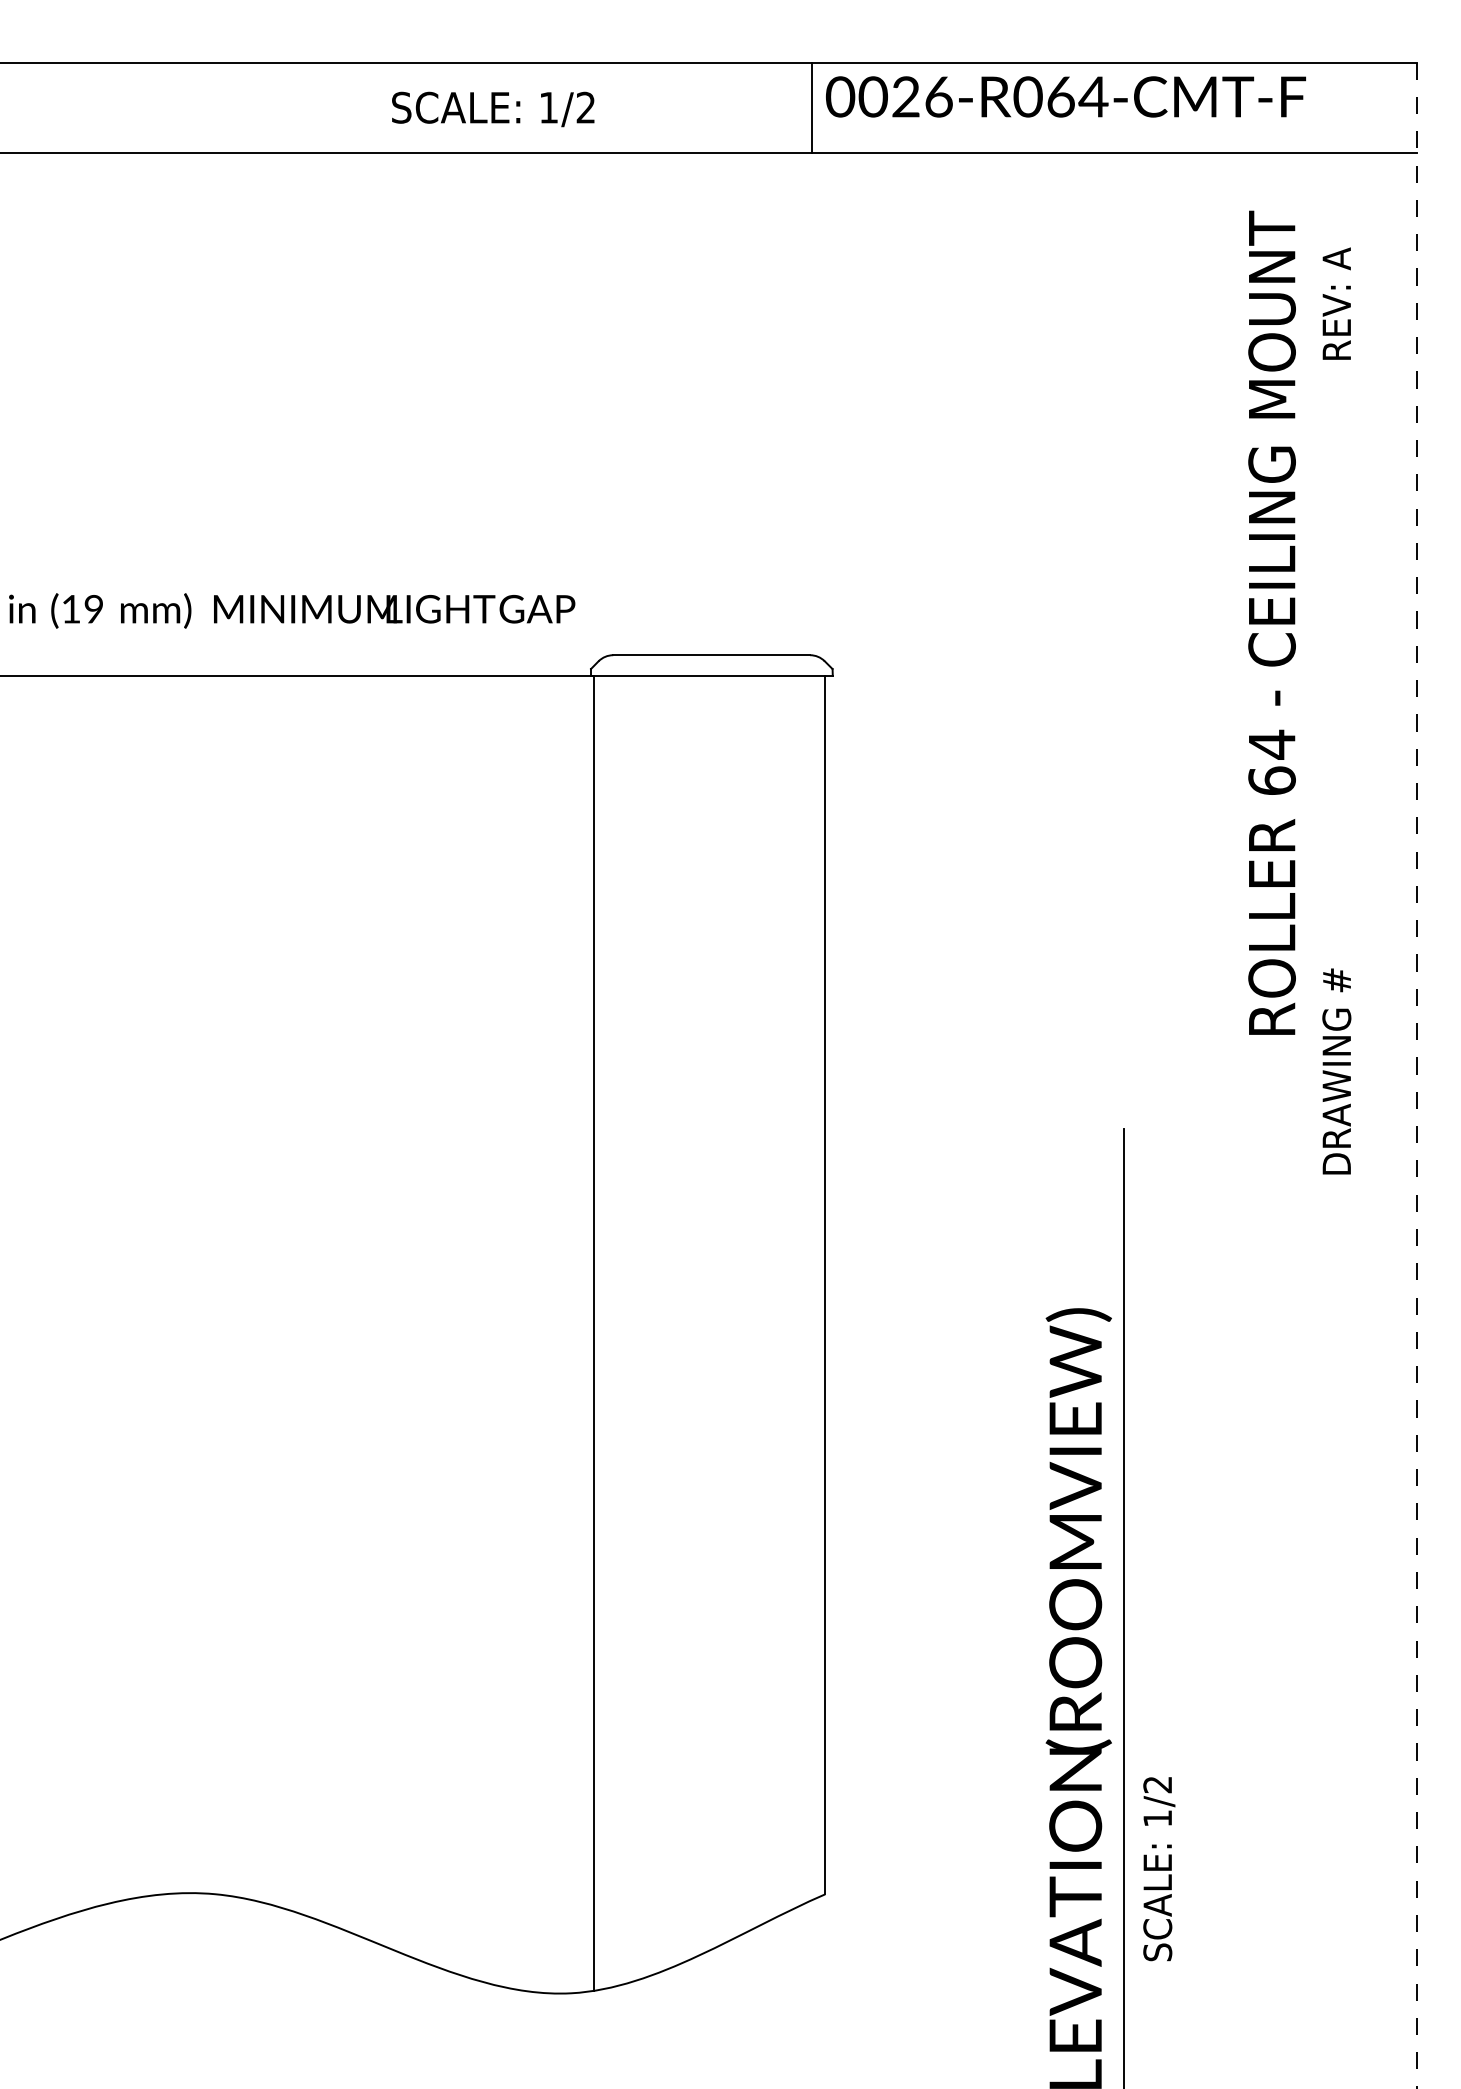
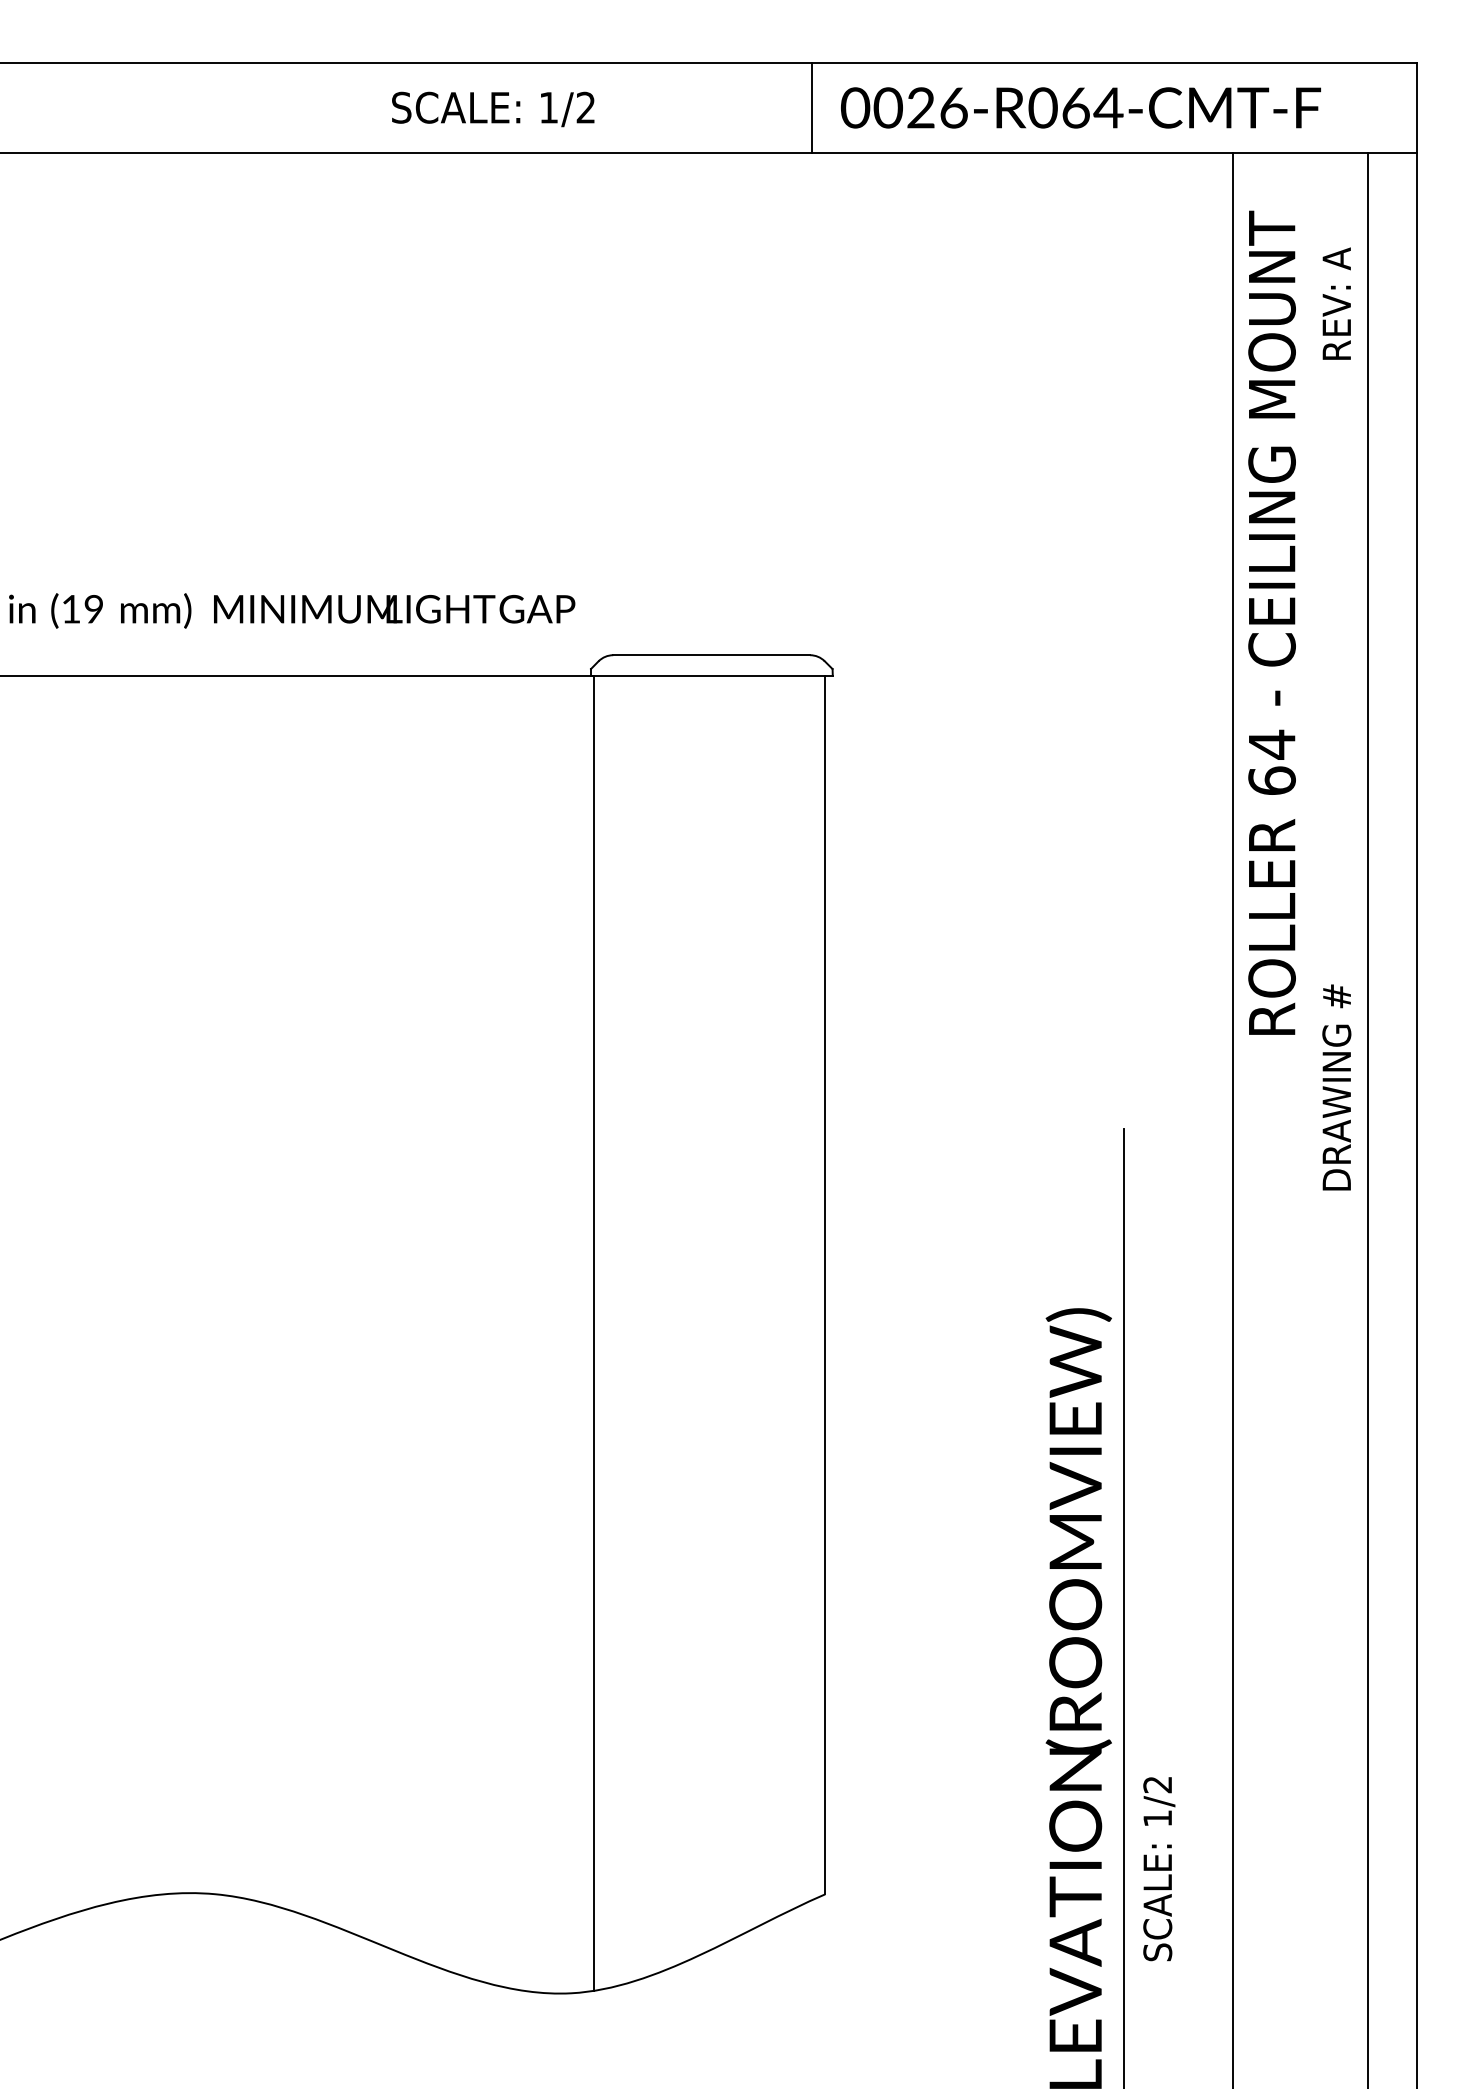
text at (1065, 96) position: (1065, 96) -> (1080, 107)
text at (1336, 1071) position: (1336, 1071) -> (1336, 1087)
line at (1417, 1075): dashed -> solid
line at (1233, 1118): none -> present
line at (1368, 1118): none -> present
